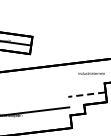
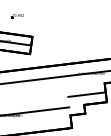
part at (17, 16): none -> present
line at (54, 77): none -> present
line at (86, 94): dashed -> solid
